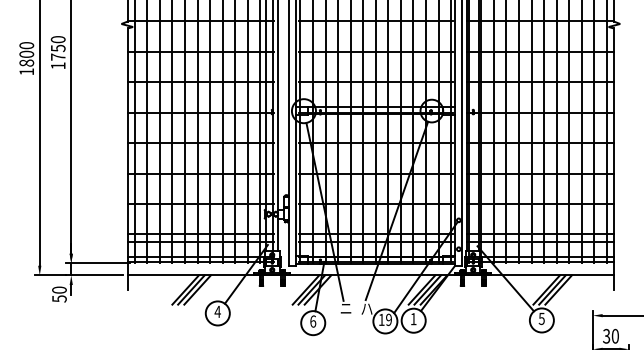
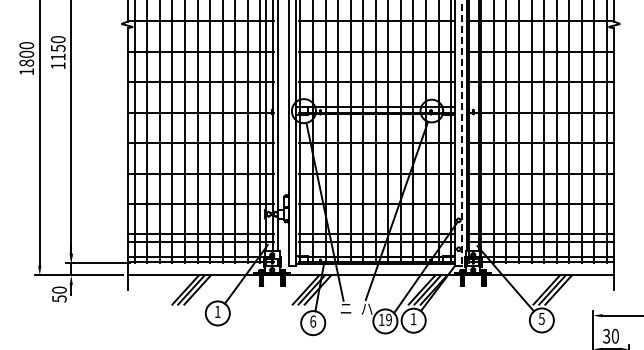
text at (58, 56): 1750 -> 1150
line at (462, 133): solid -> dashed
text at (217, 311): 4 -> 1
